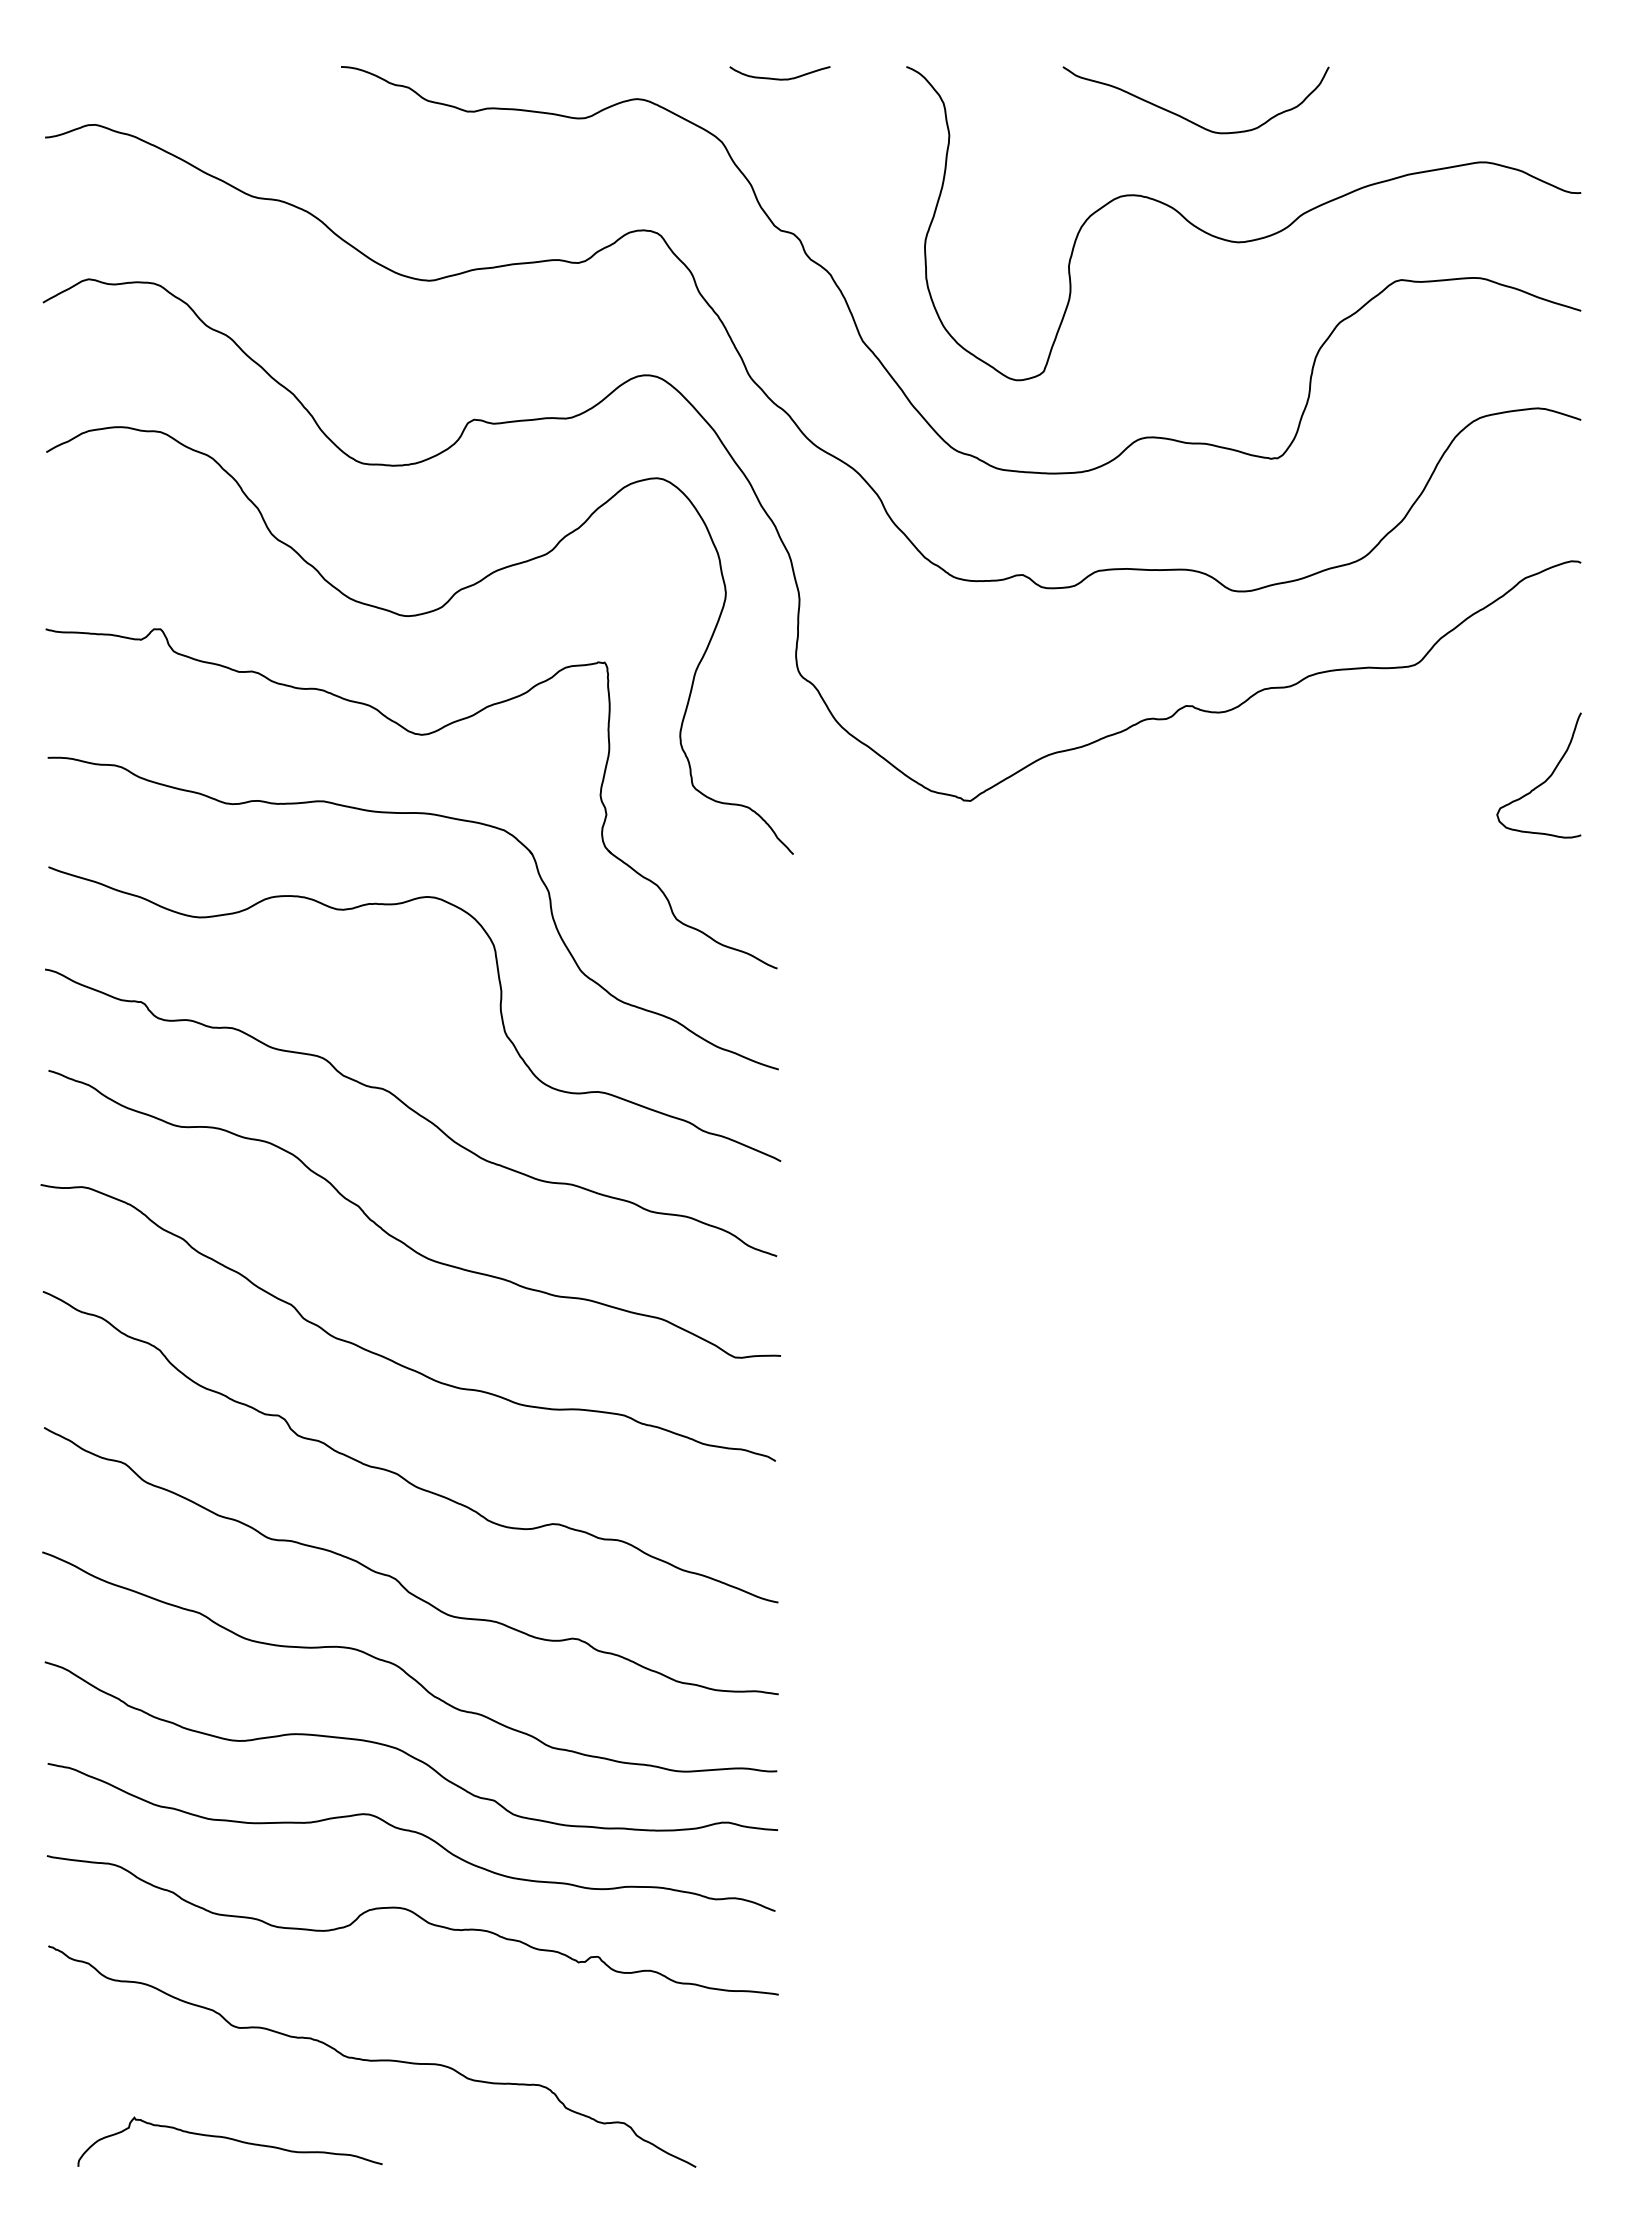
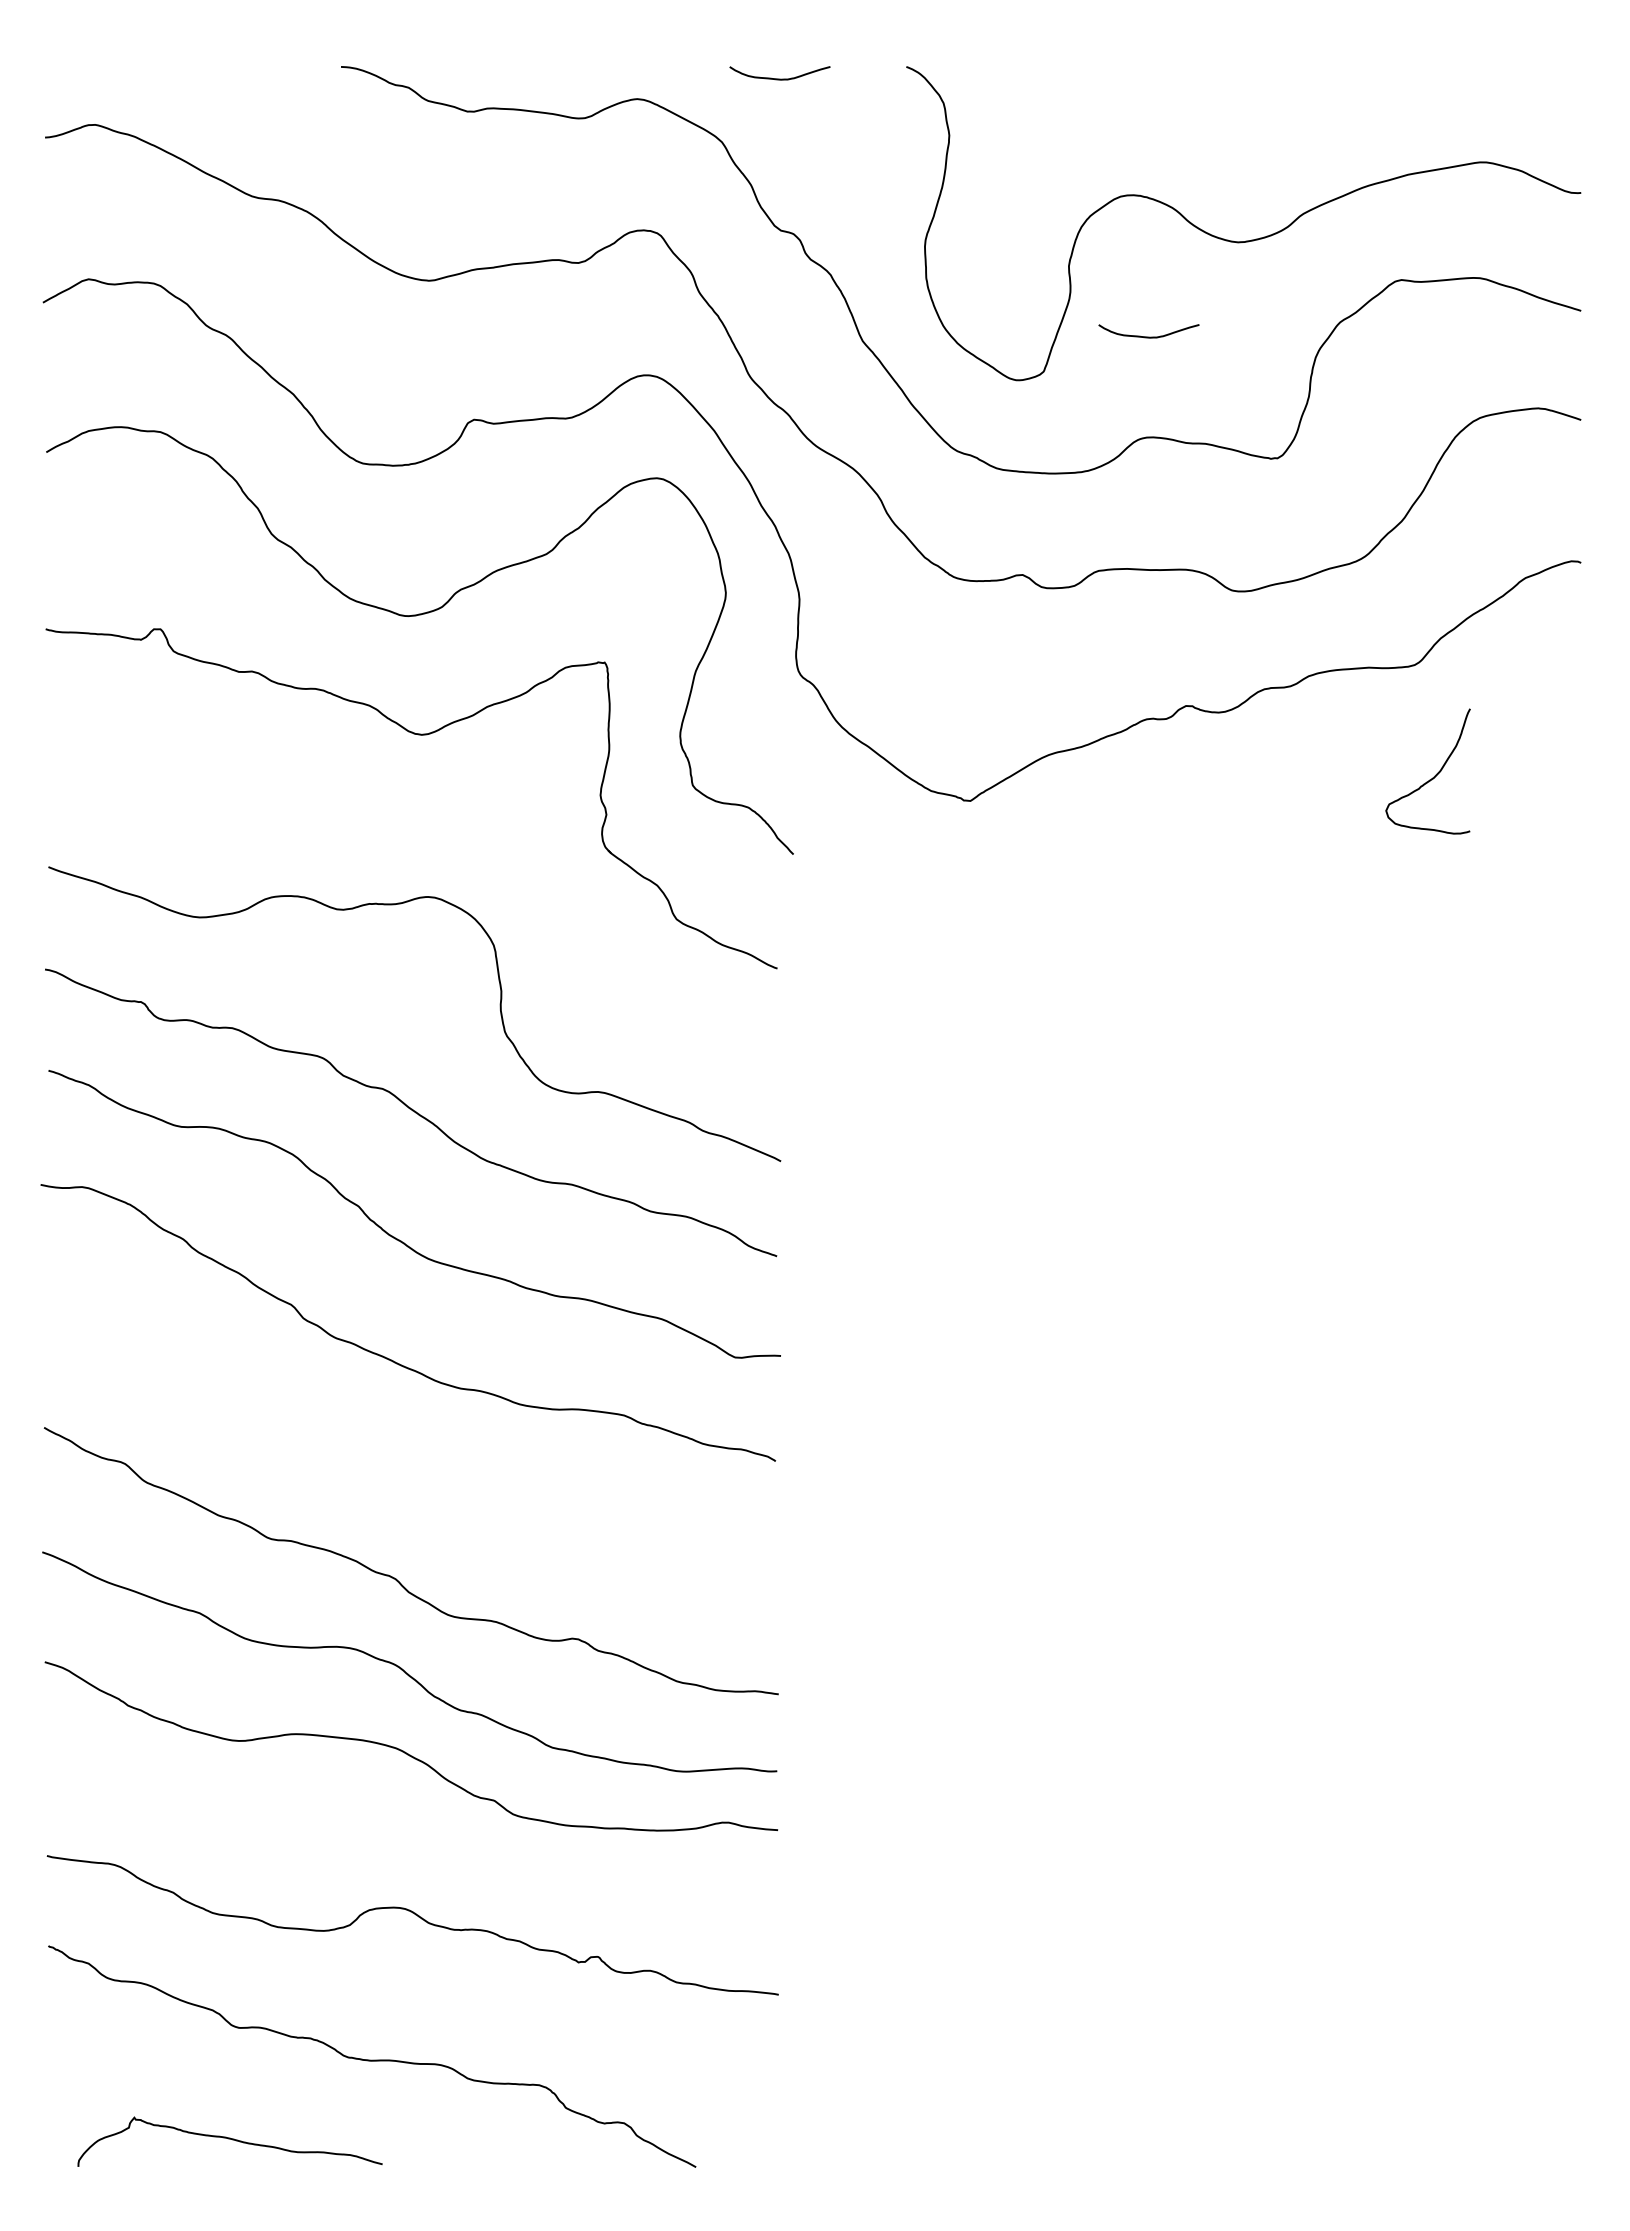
curve at (1186, 118): present -> none
curve at (1148, 336): none -> present
curve at (1544, 780) position: (1544, 780) -> (1433, 776)
part at (420, 814): present -> none
curve at (398, 1473): present -> none
curve at (411, 1832): present -> none
